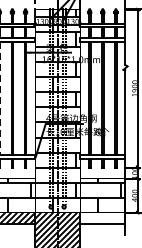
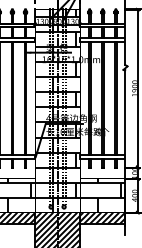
line at (0, 98): dashed -> solid
hatch at (102, 217): none -> present
